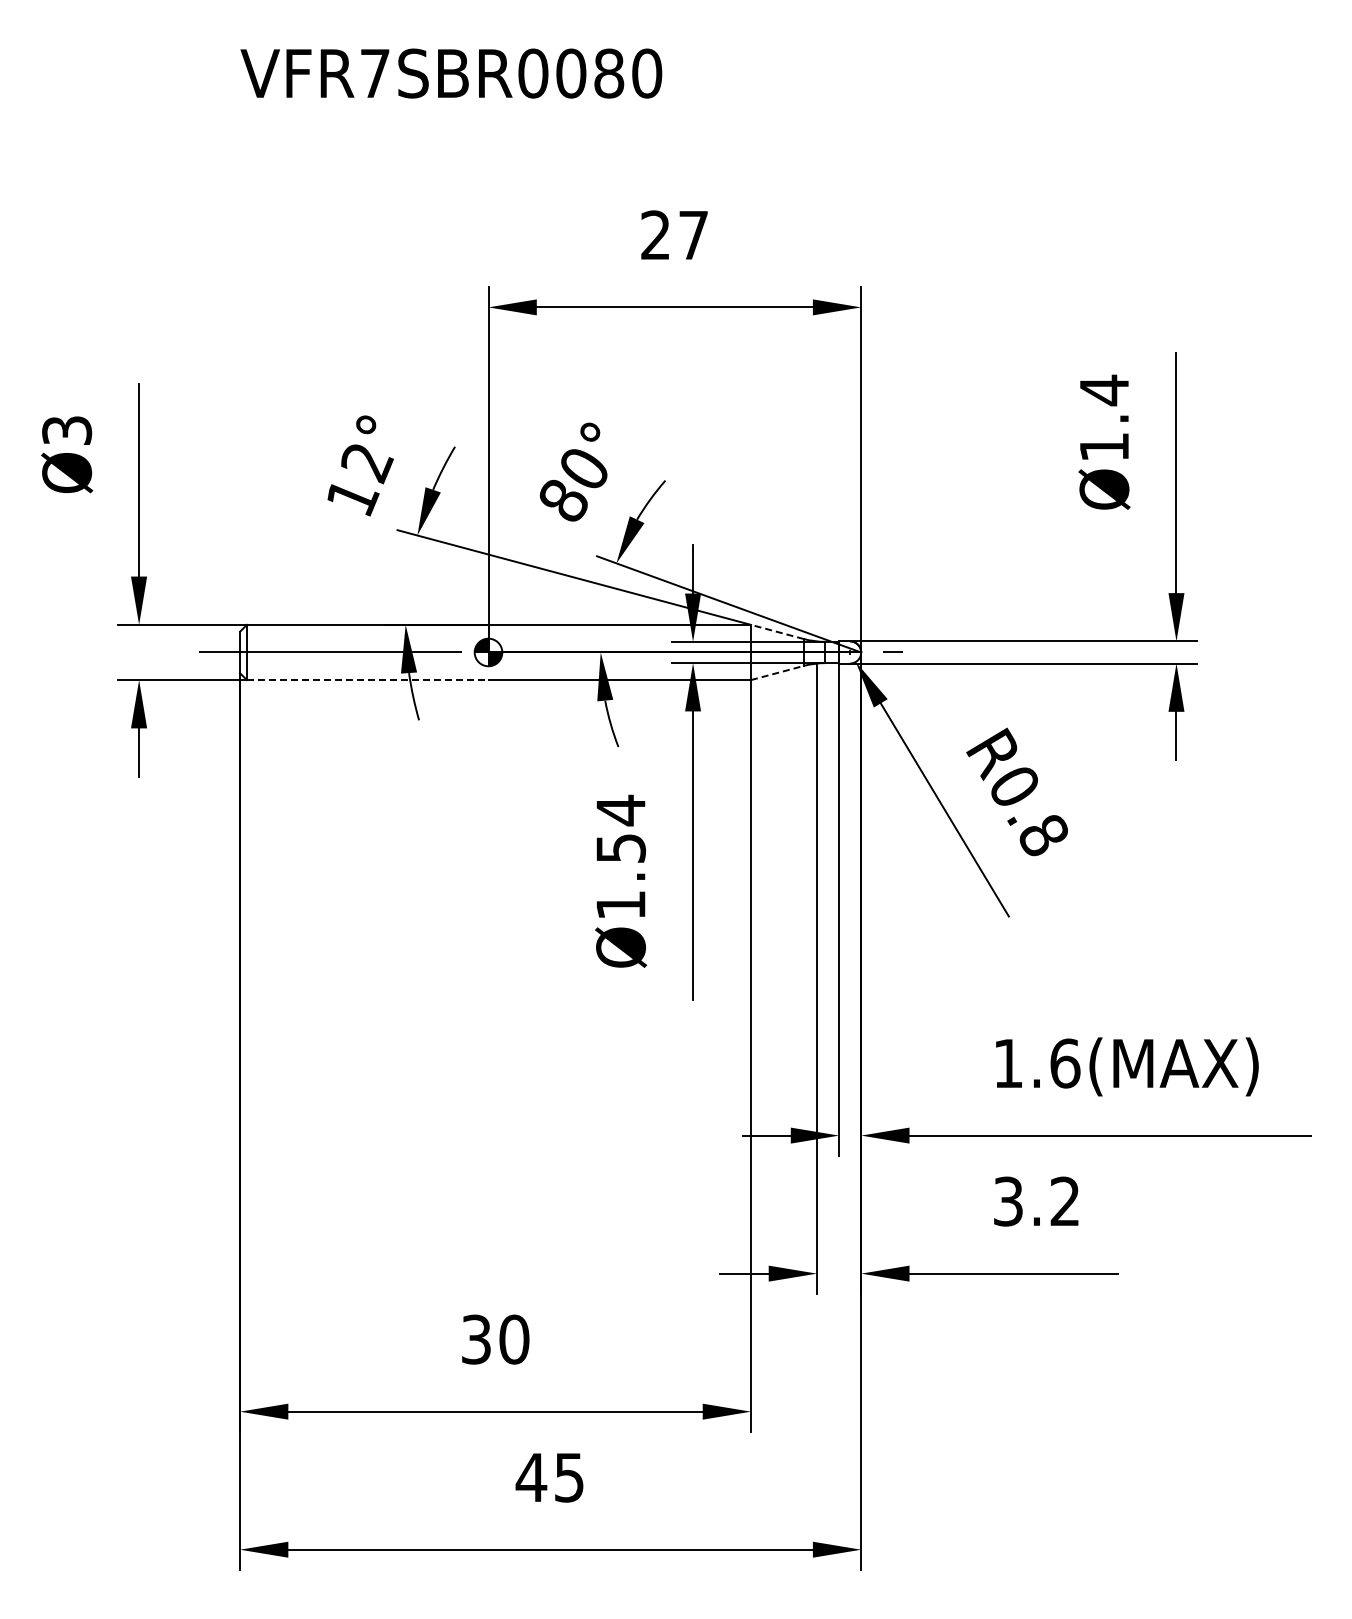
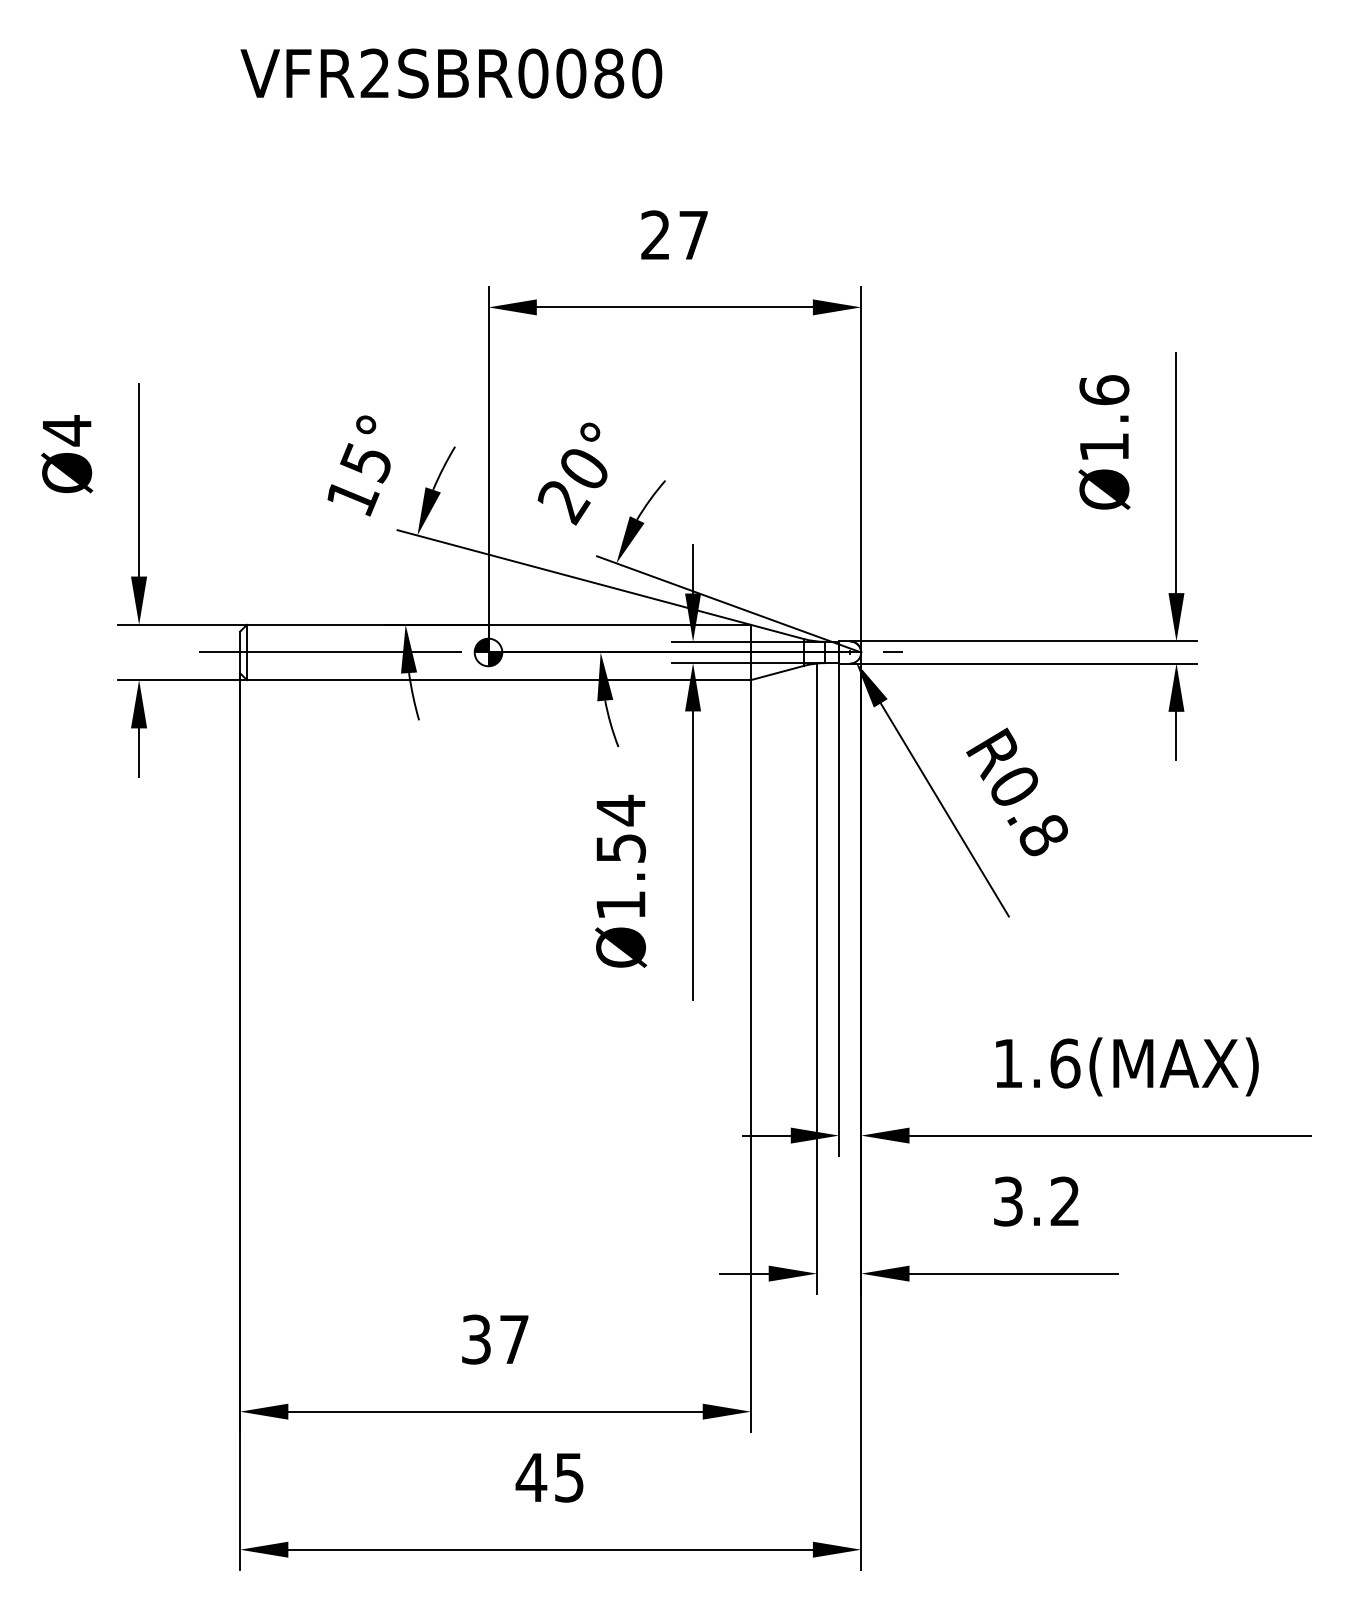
text at (374, 72): VFR7SBR0080 -> VFR2SBR0080
text at (1104, 390): Ø1.4 -> Ø1.6
text at (67, 430): Ø3 -> Ø4
text at (366, 463): 12° -> 15°
text at (563, 502): 80° -> 20°
line at (776, 631): dashed -> solid
line at (777, 672): dashed -> solid
line at (367, 680): dashed -> solid
text at (514, 1339): 30 -> 37
